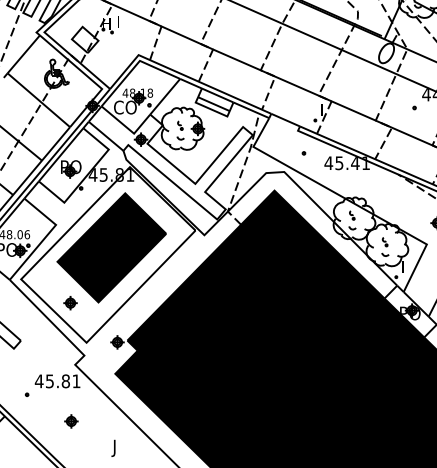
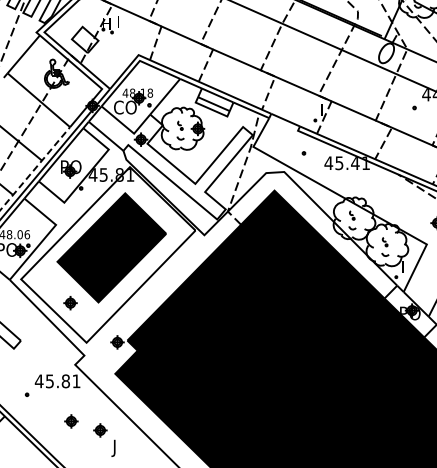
line at (35, 168): solid -> dashed
part at (100, 430): none -> present
